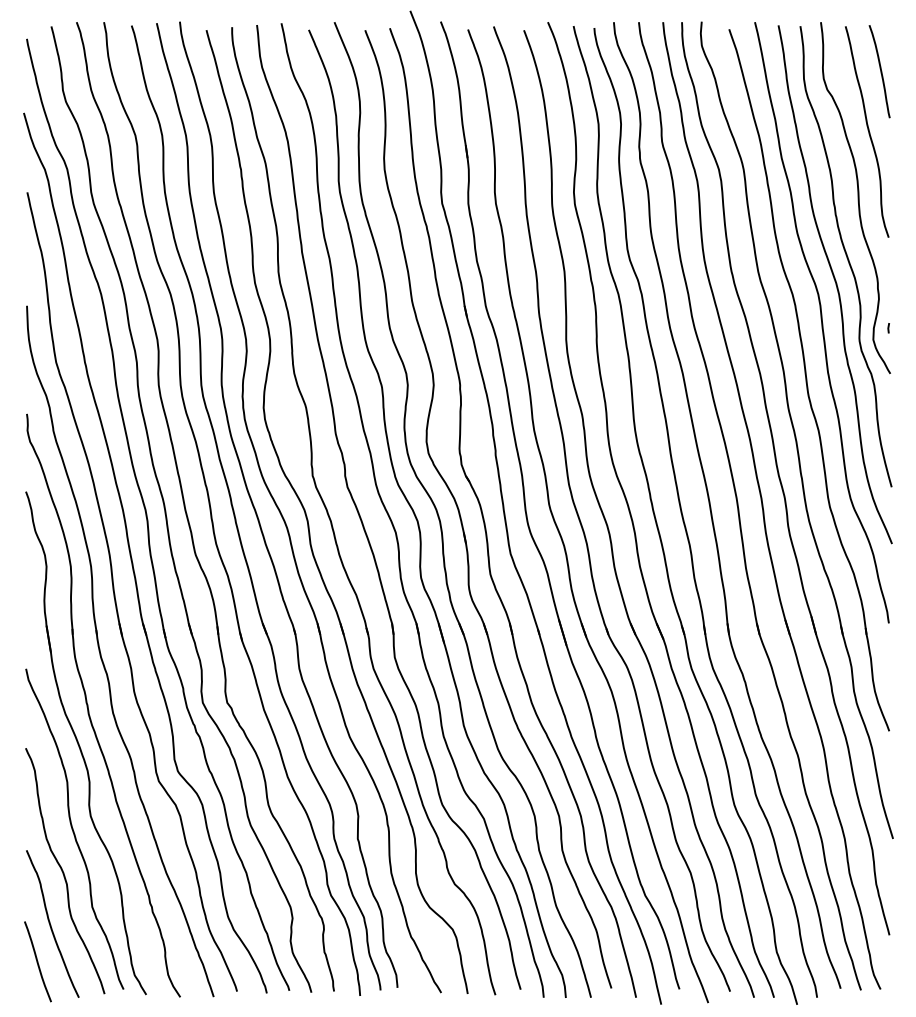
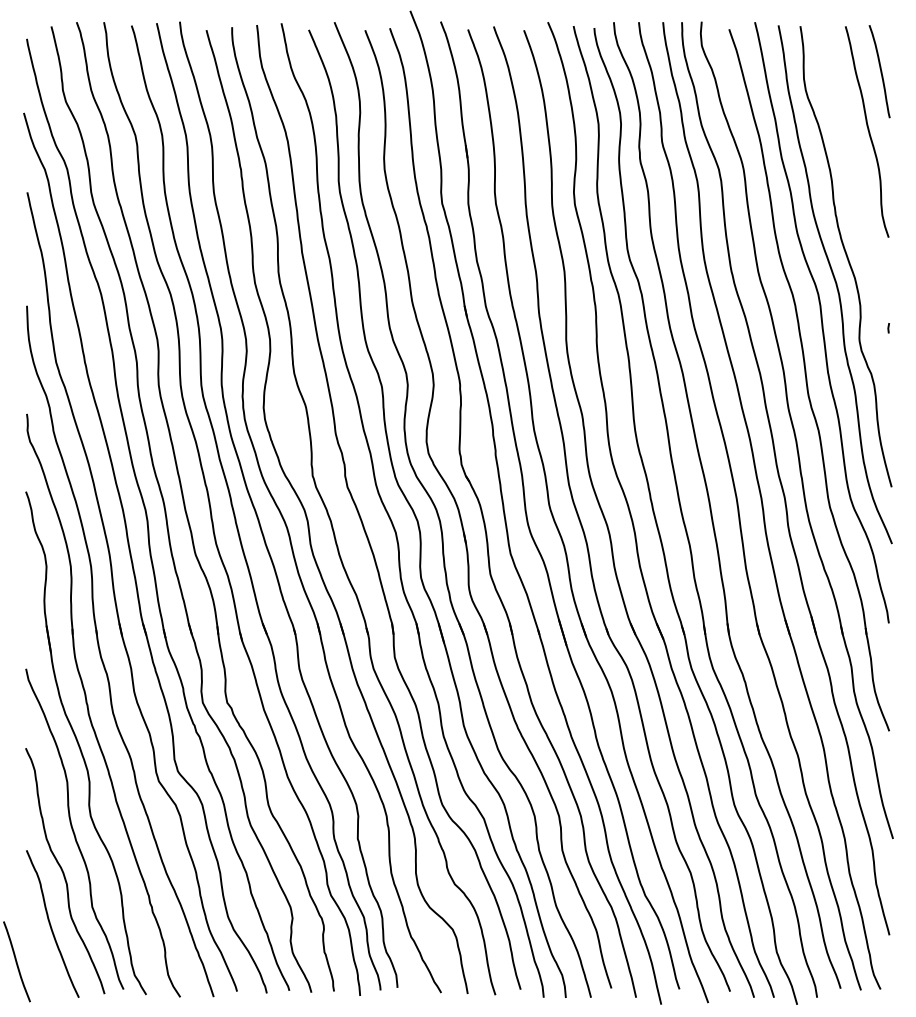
curve at (857, 198): present -> none
curve at (37, 961) position: (37, 961) -> (16, 961)
